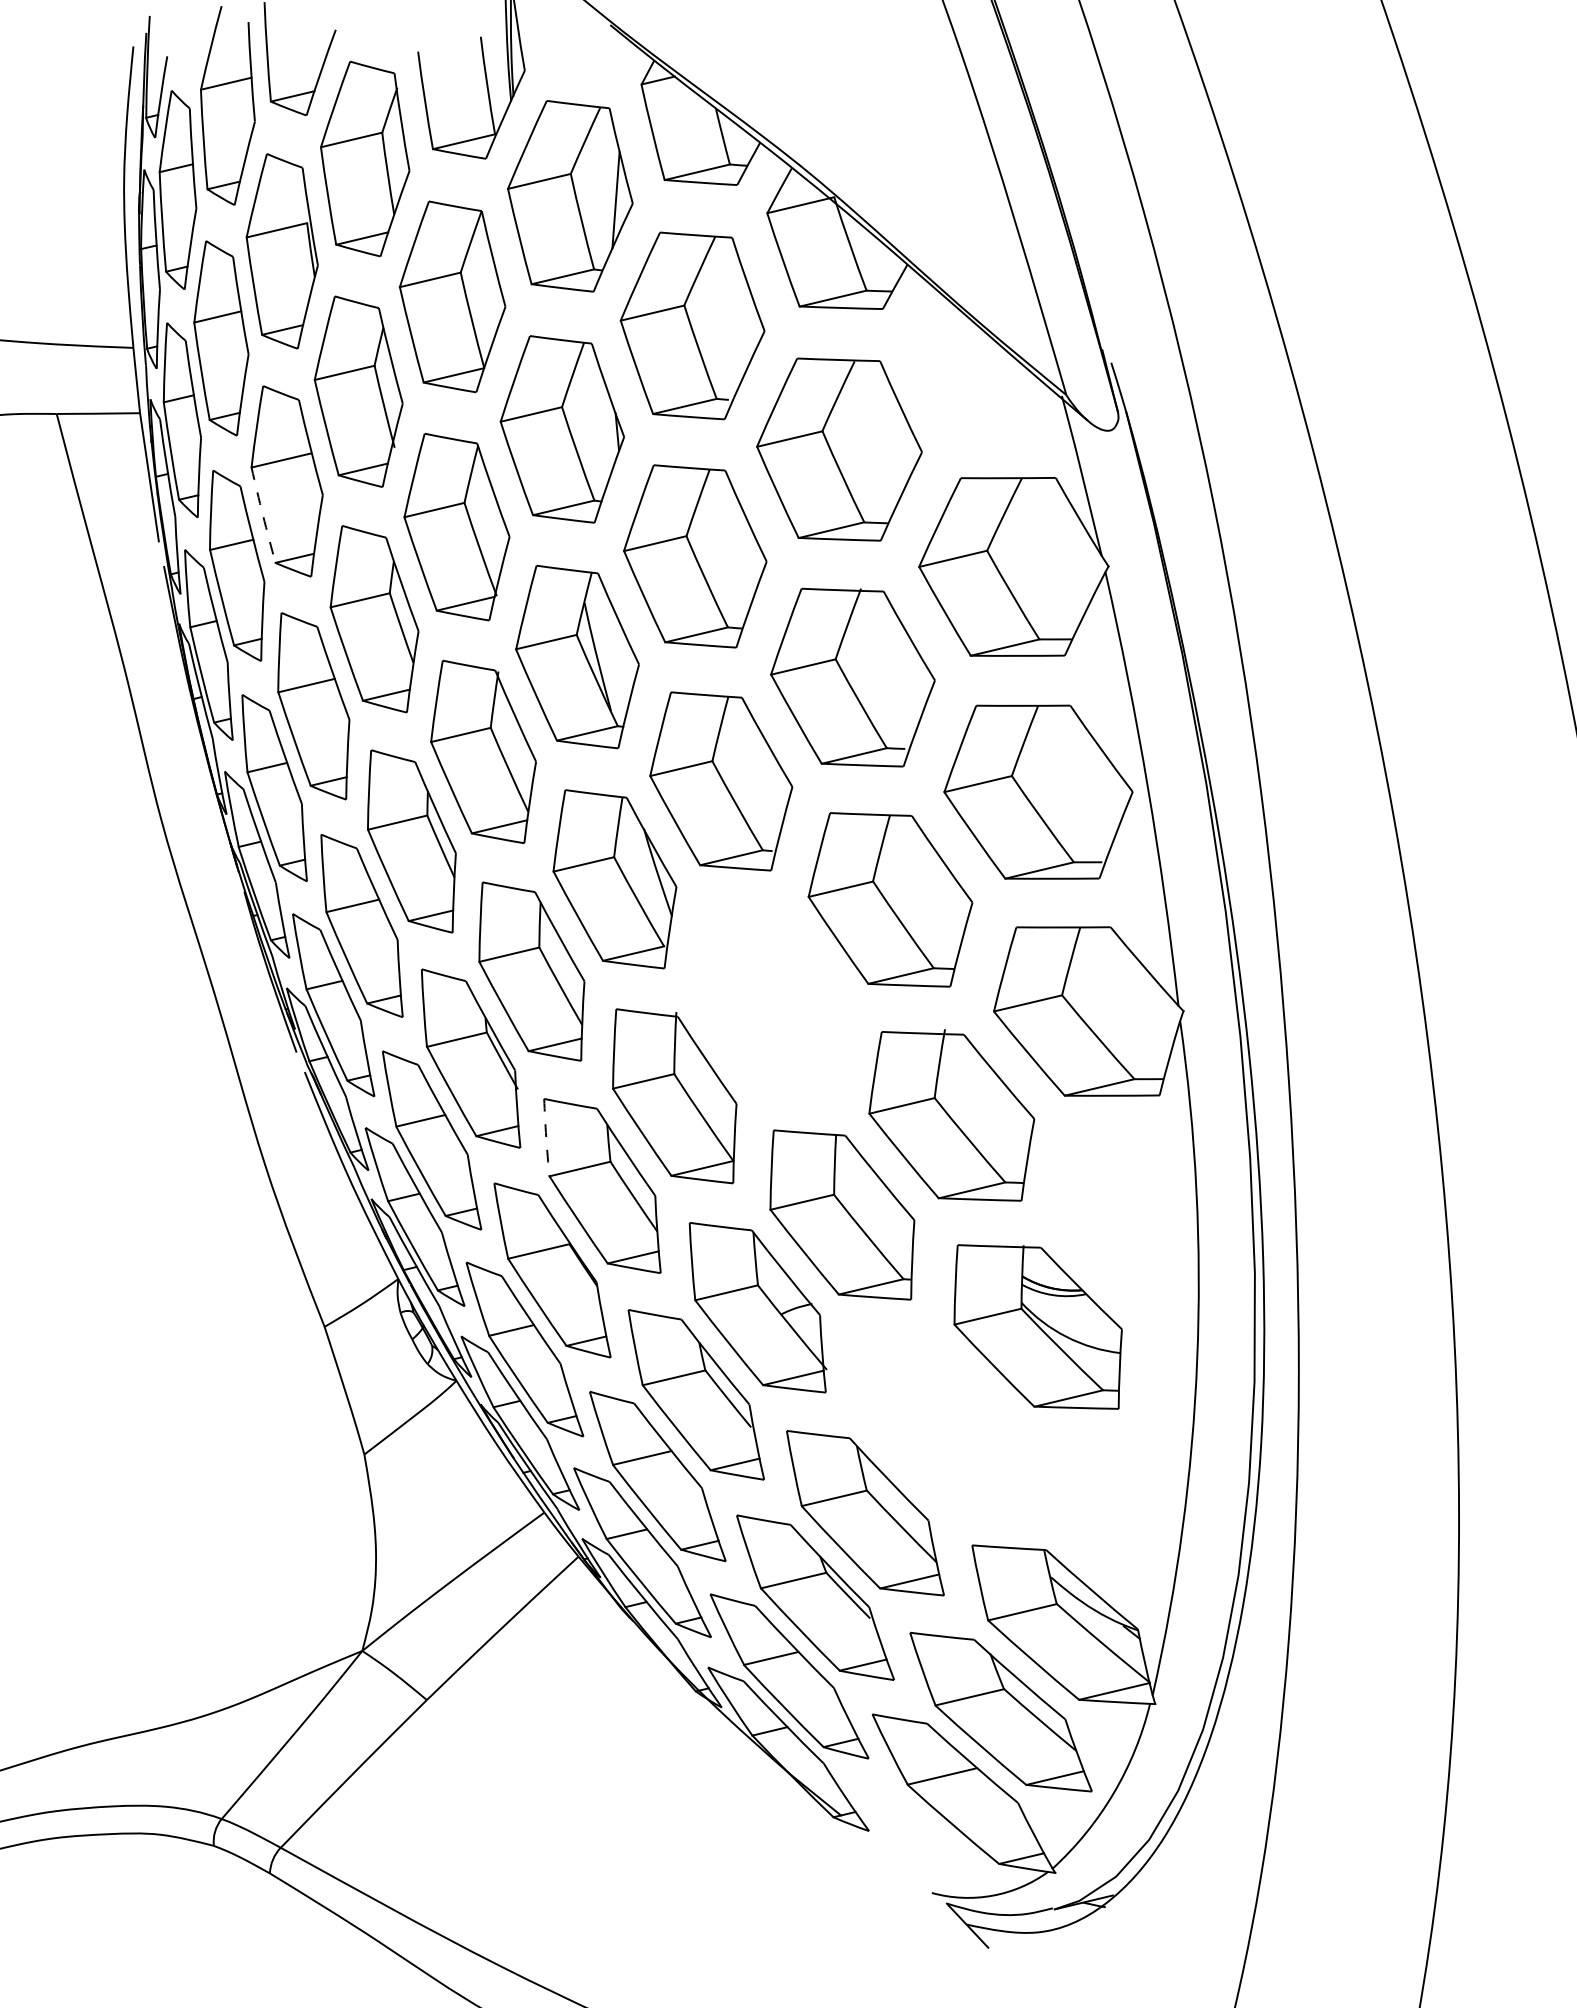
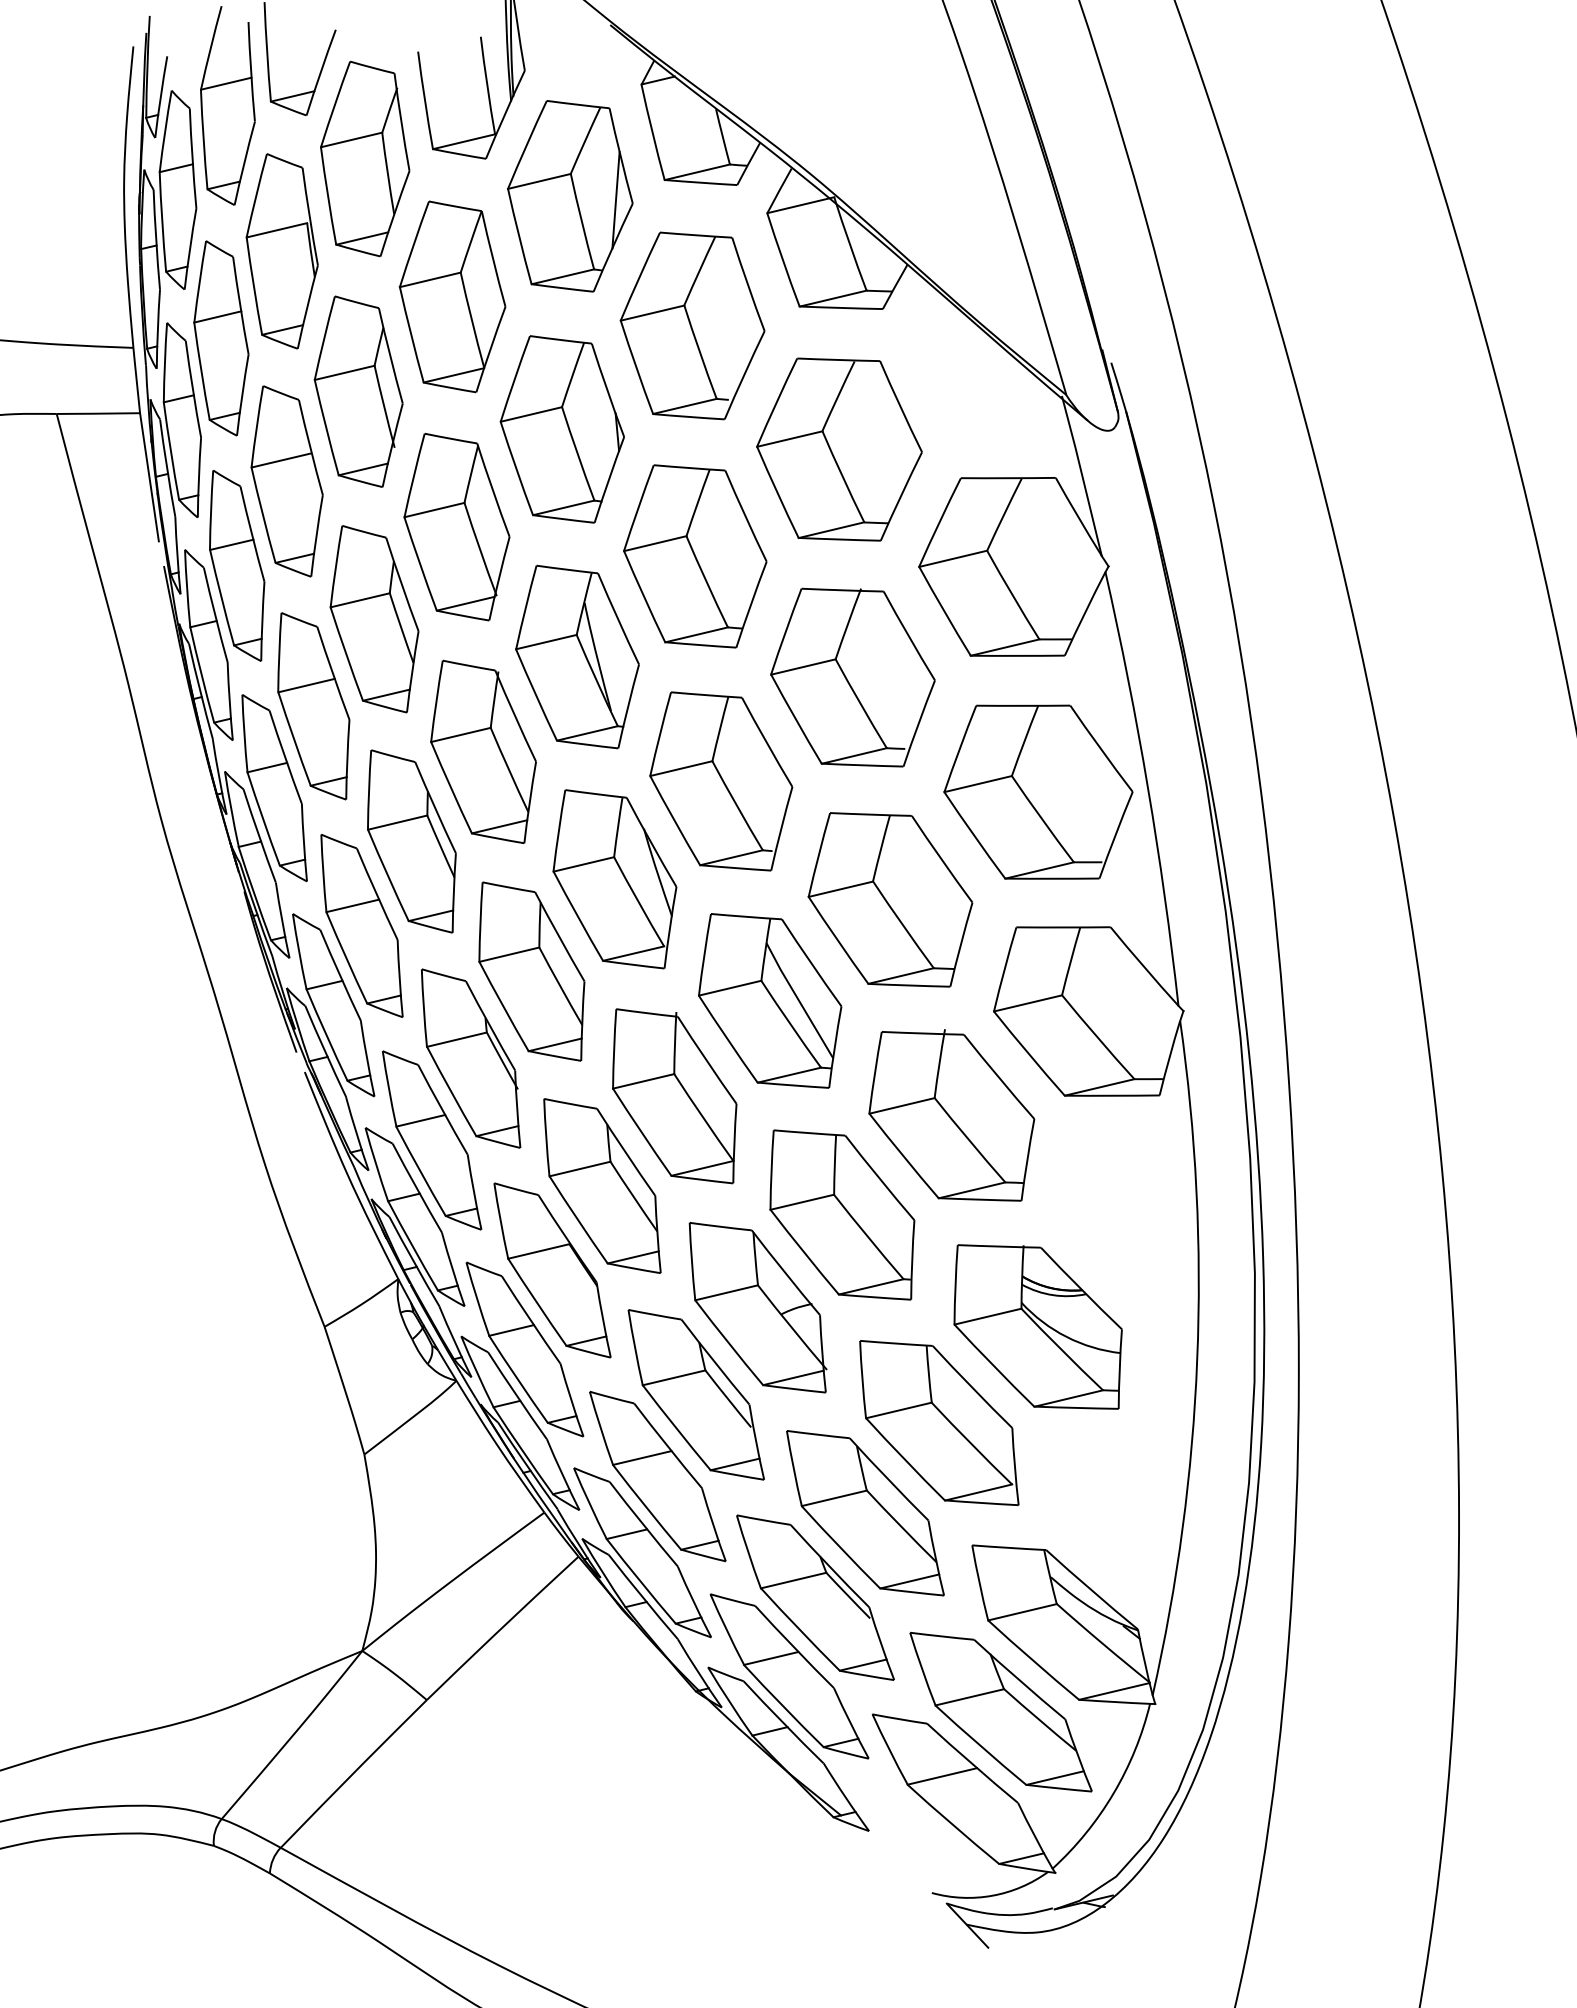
arc at (263, 515): dashed -> solid
part at (770, 1000): none -> present
arc at (546, 1137): dashed -> solid
part at (939, 1422): none -> present
